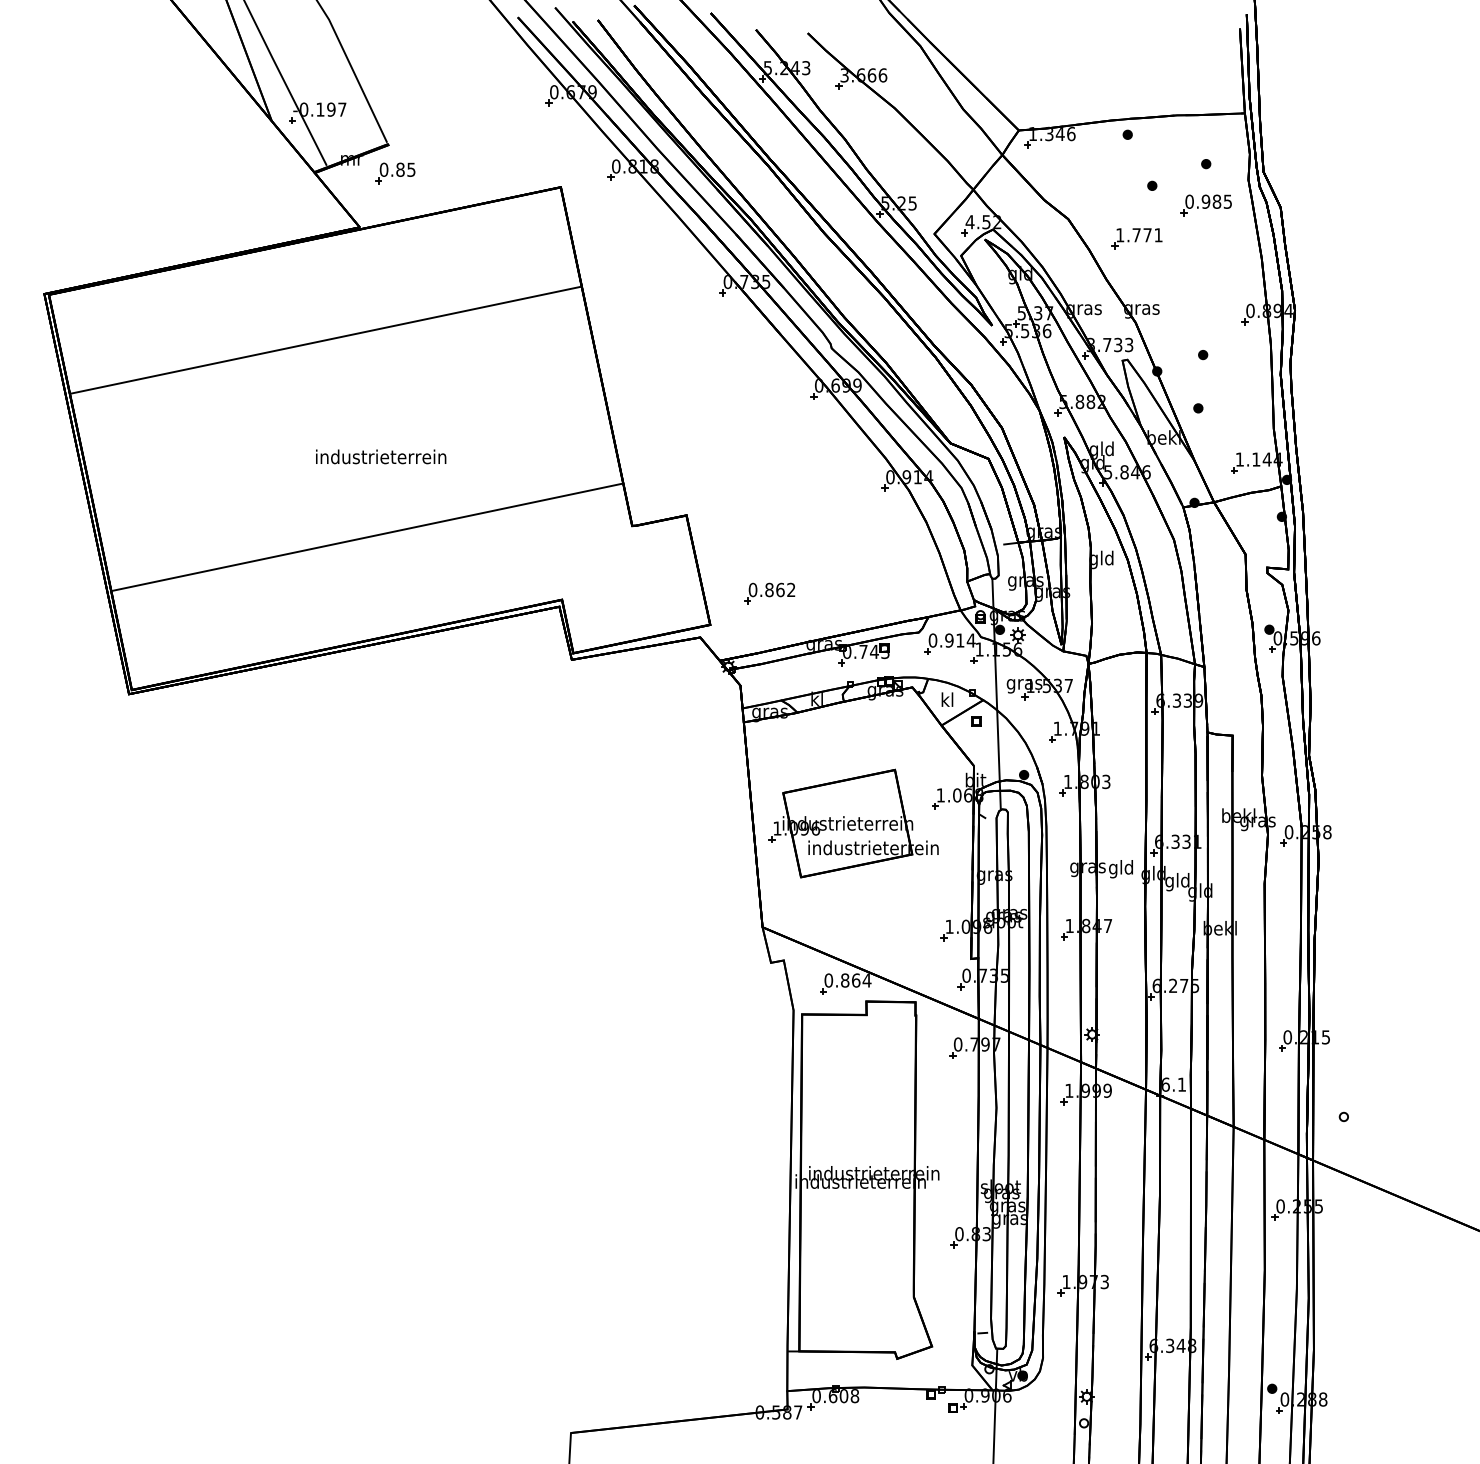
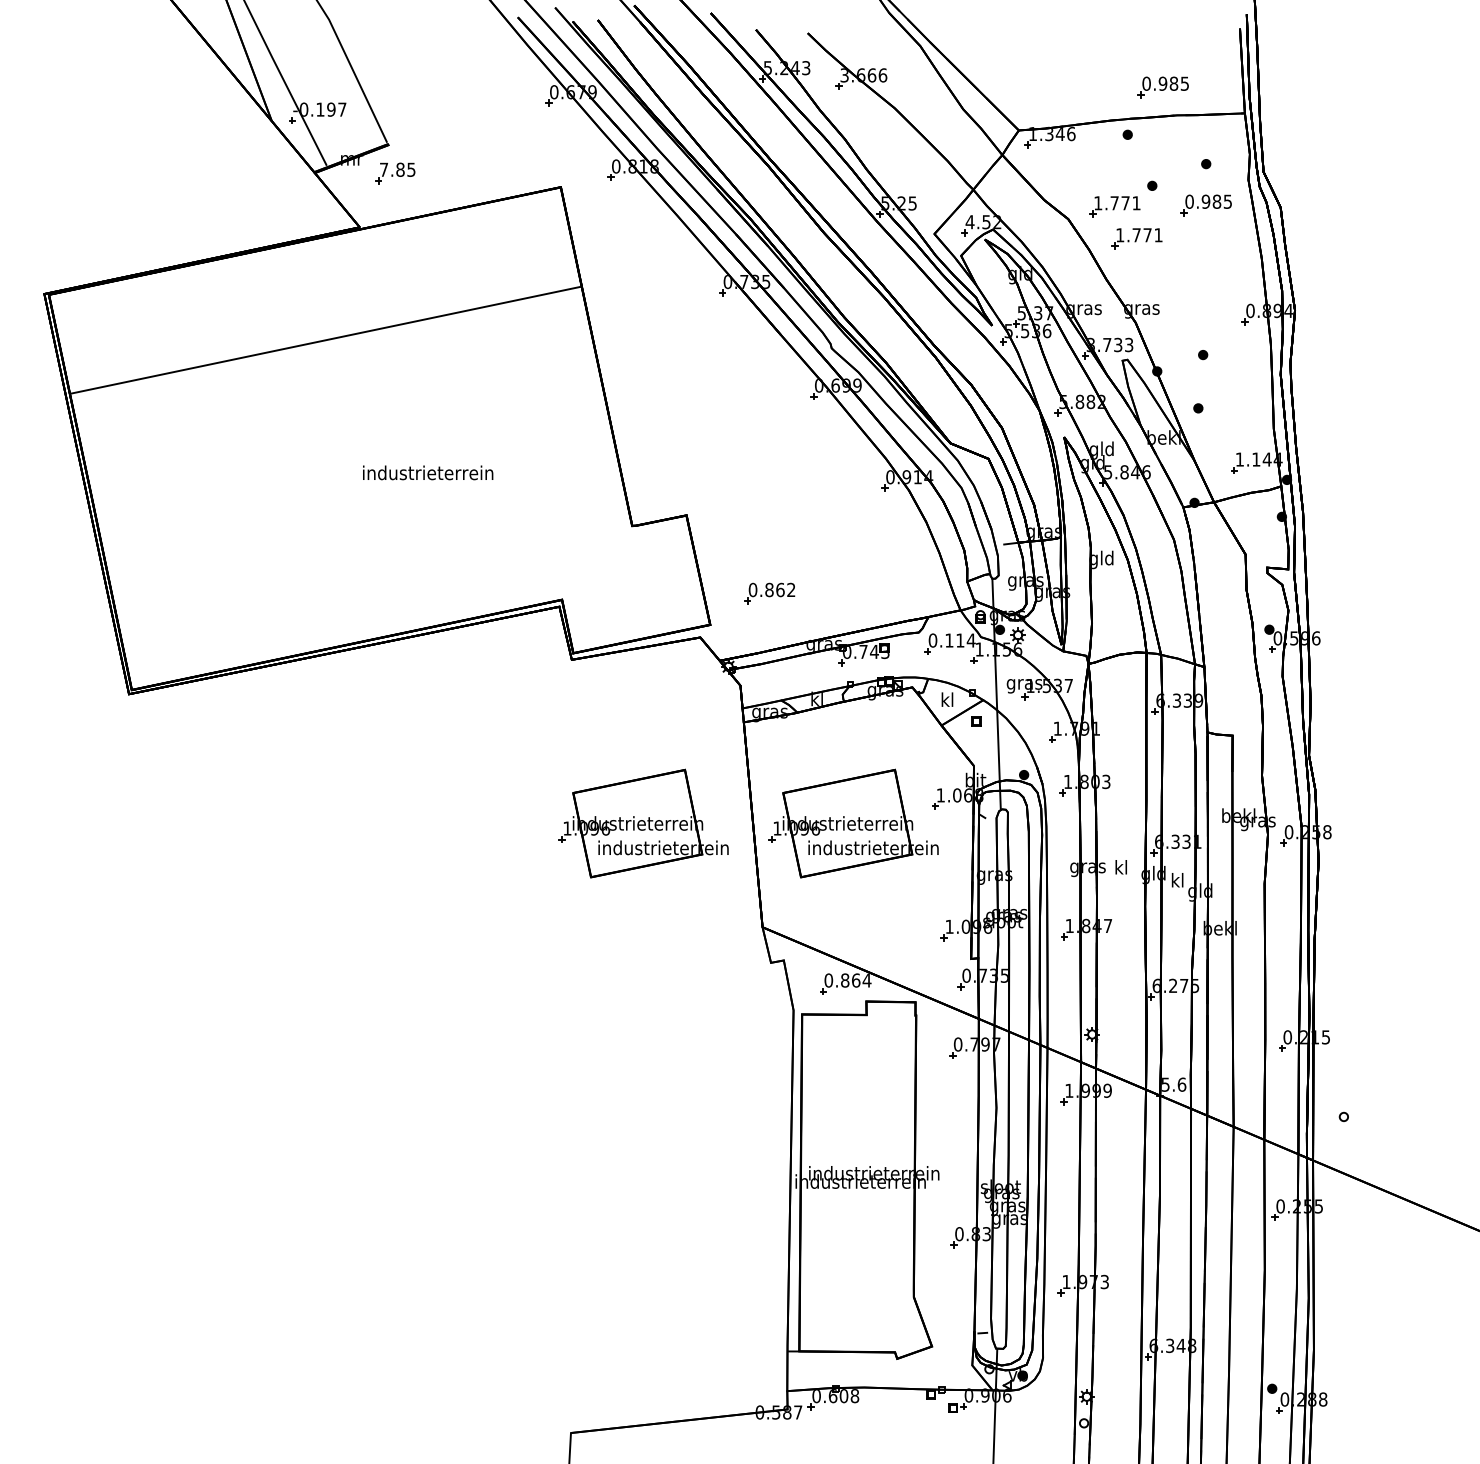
part at (1162, 87): none -> present
text at (383, 169): 0.85 -> 7.85
part at (1114, 206): none -> present
text at (381, 456) position: (381, 456) -> (428, 472)
line at (367, 536): present -> none
text at (949, 640): 0.914 -> 0.114
part at (643, 823): none -> present
text at (1120, 869): gld -> kl
text at (1177, 882): gld -> kl
text at (1173, 1084): 6.1 -> 5.6
